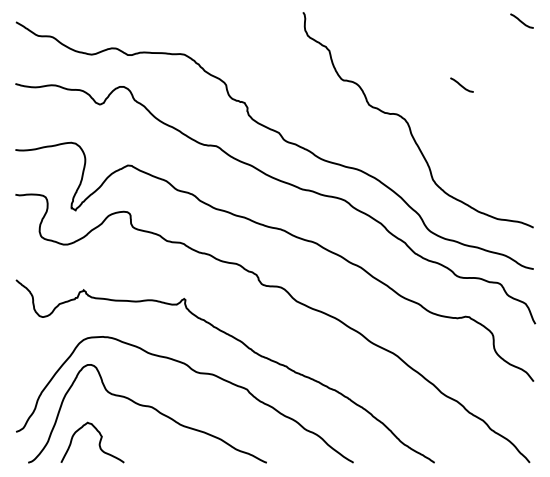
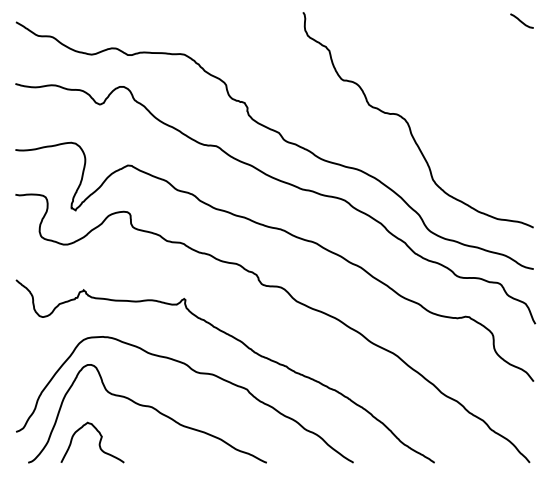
curve at (461, 84): present -> none
